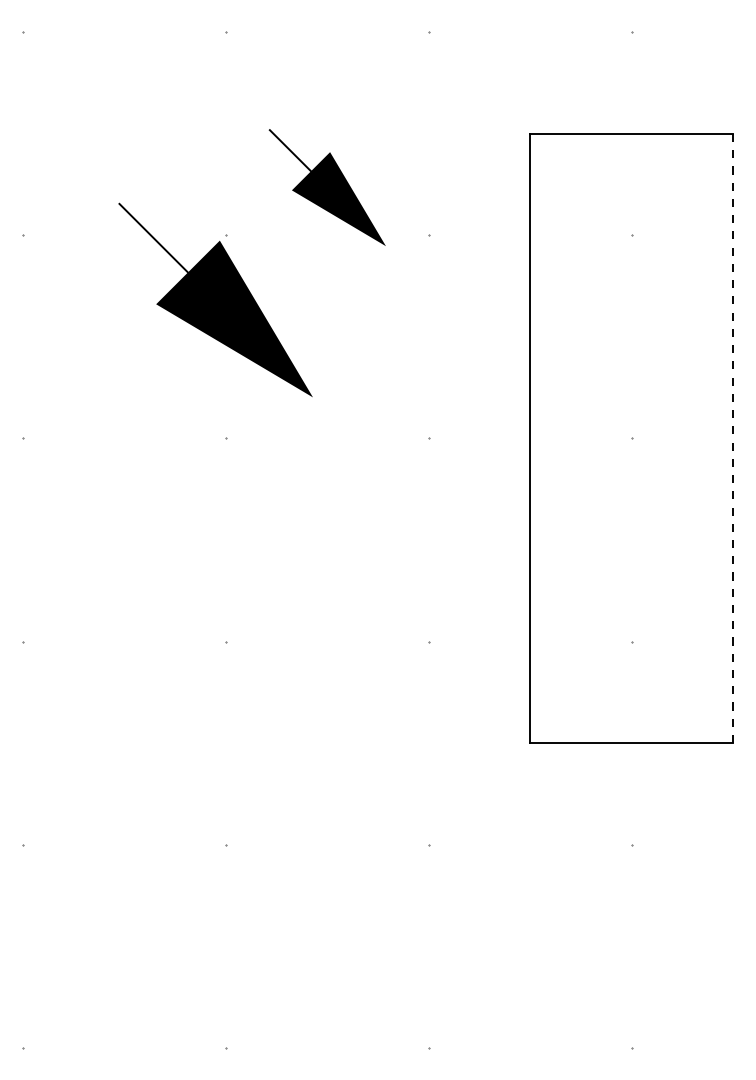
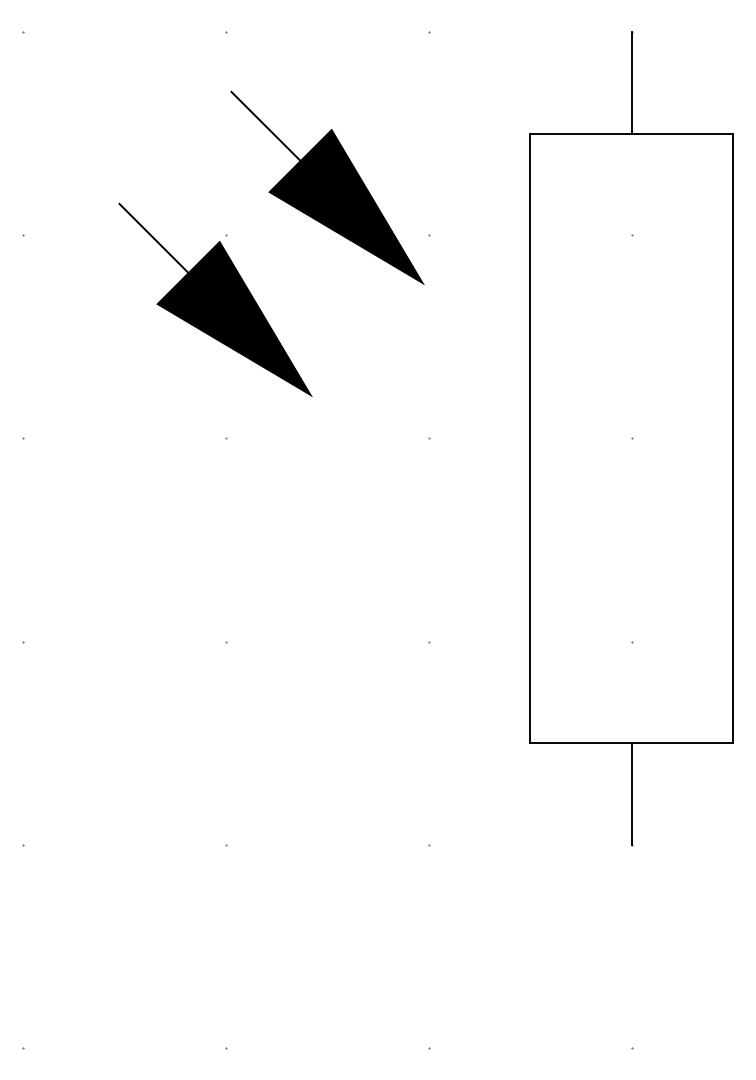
line at (631, 82): none -> present
part at (326, 187) size: 118x117 px -> 195x195 px
line at (733, 438): dashed -> solid
line at (631, 793): none -> present
